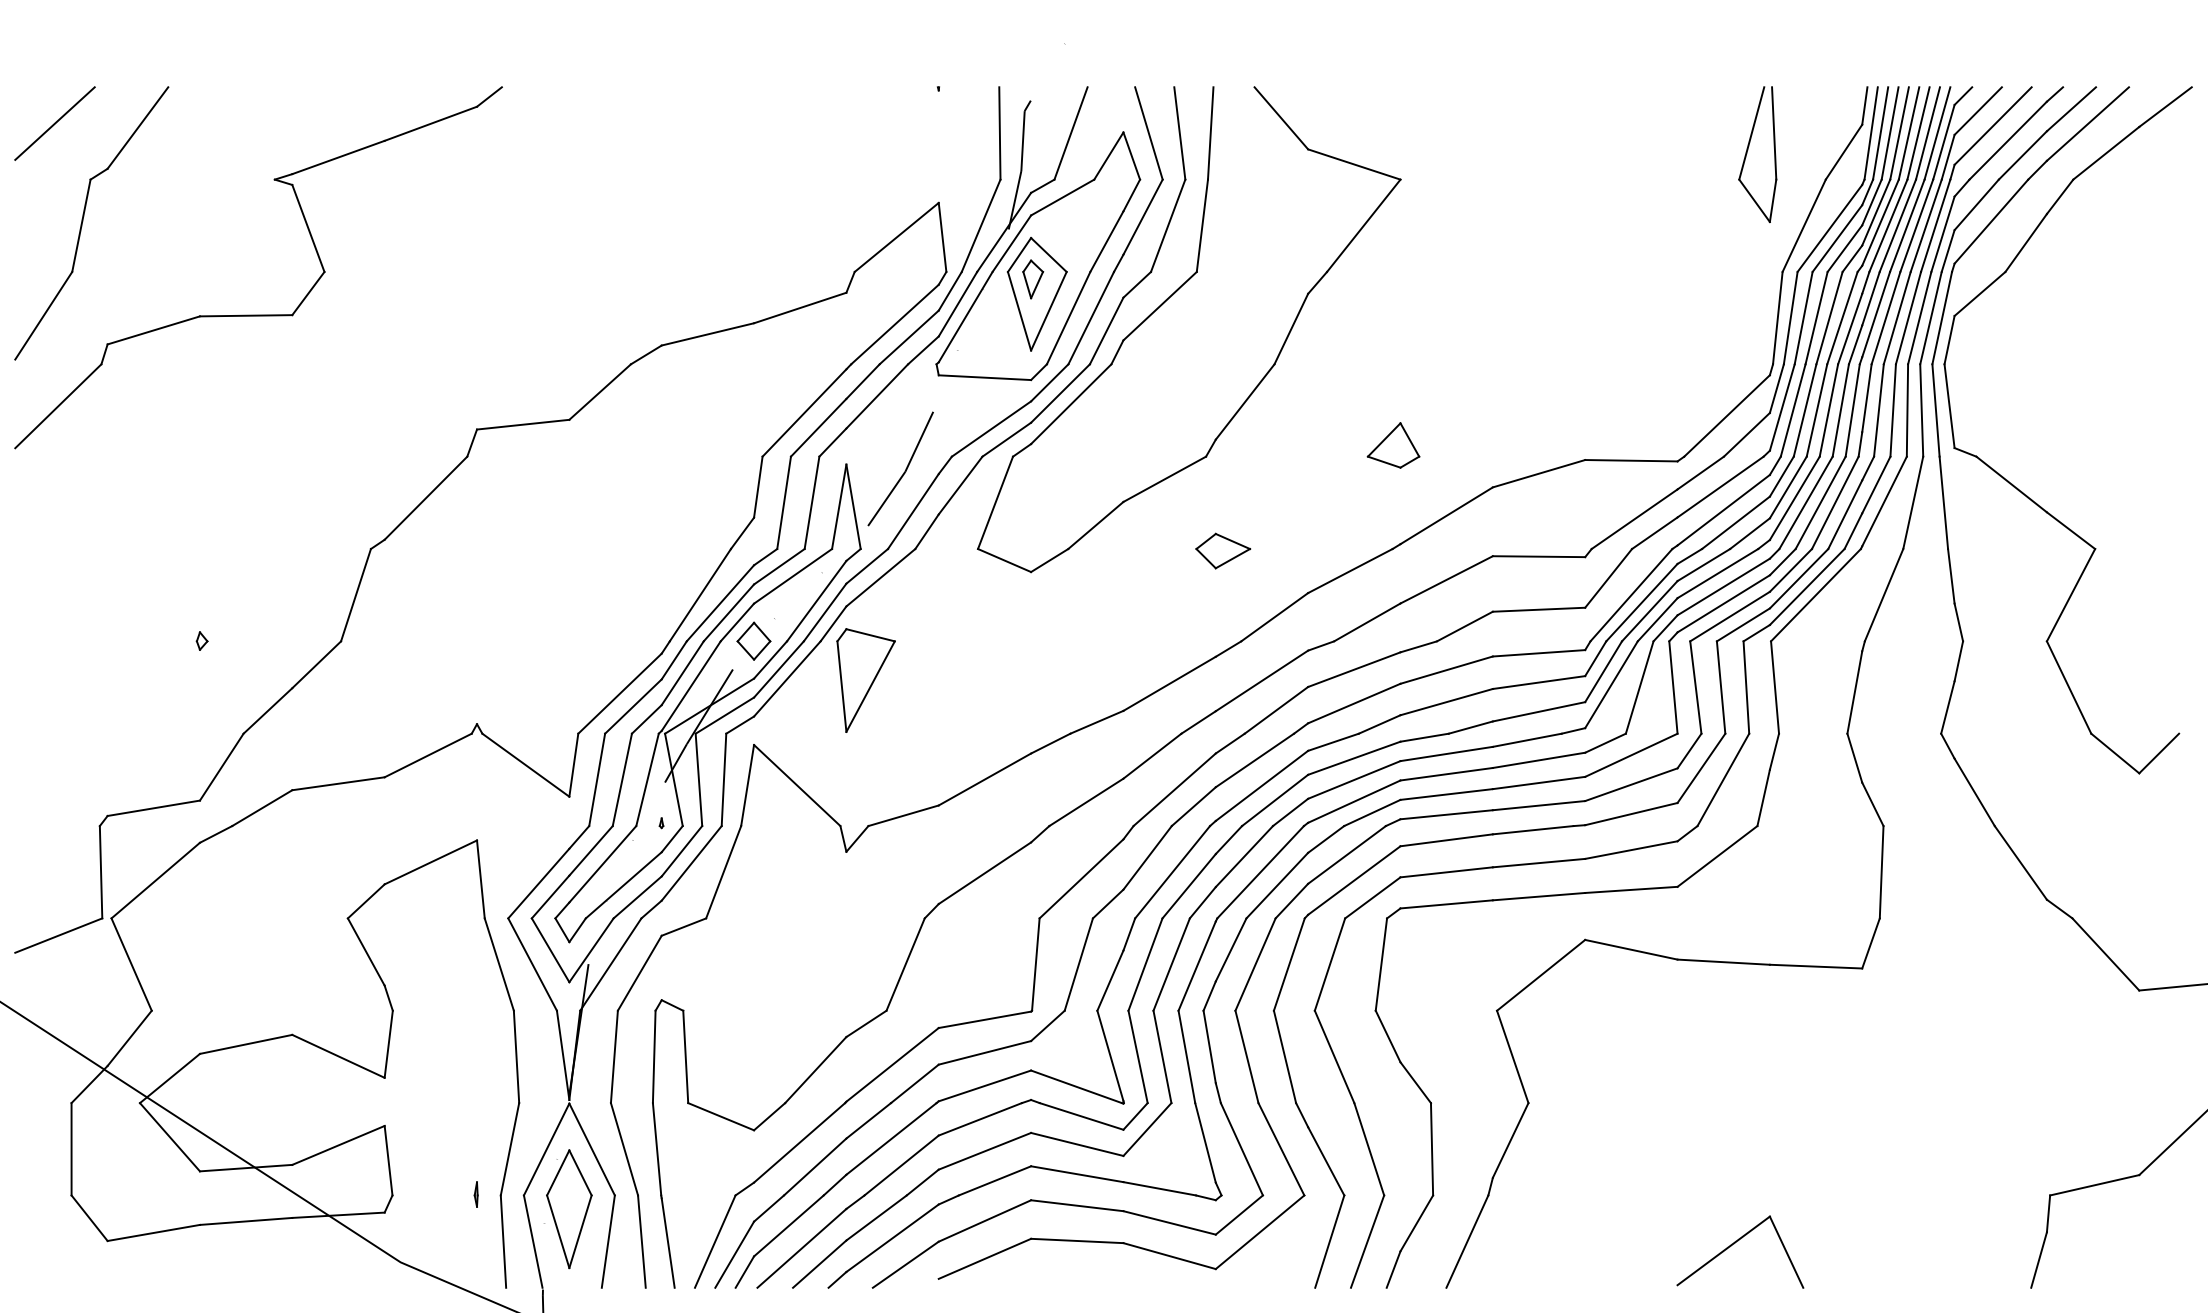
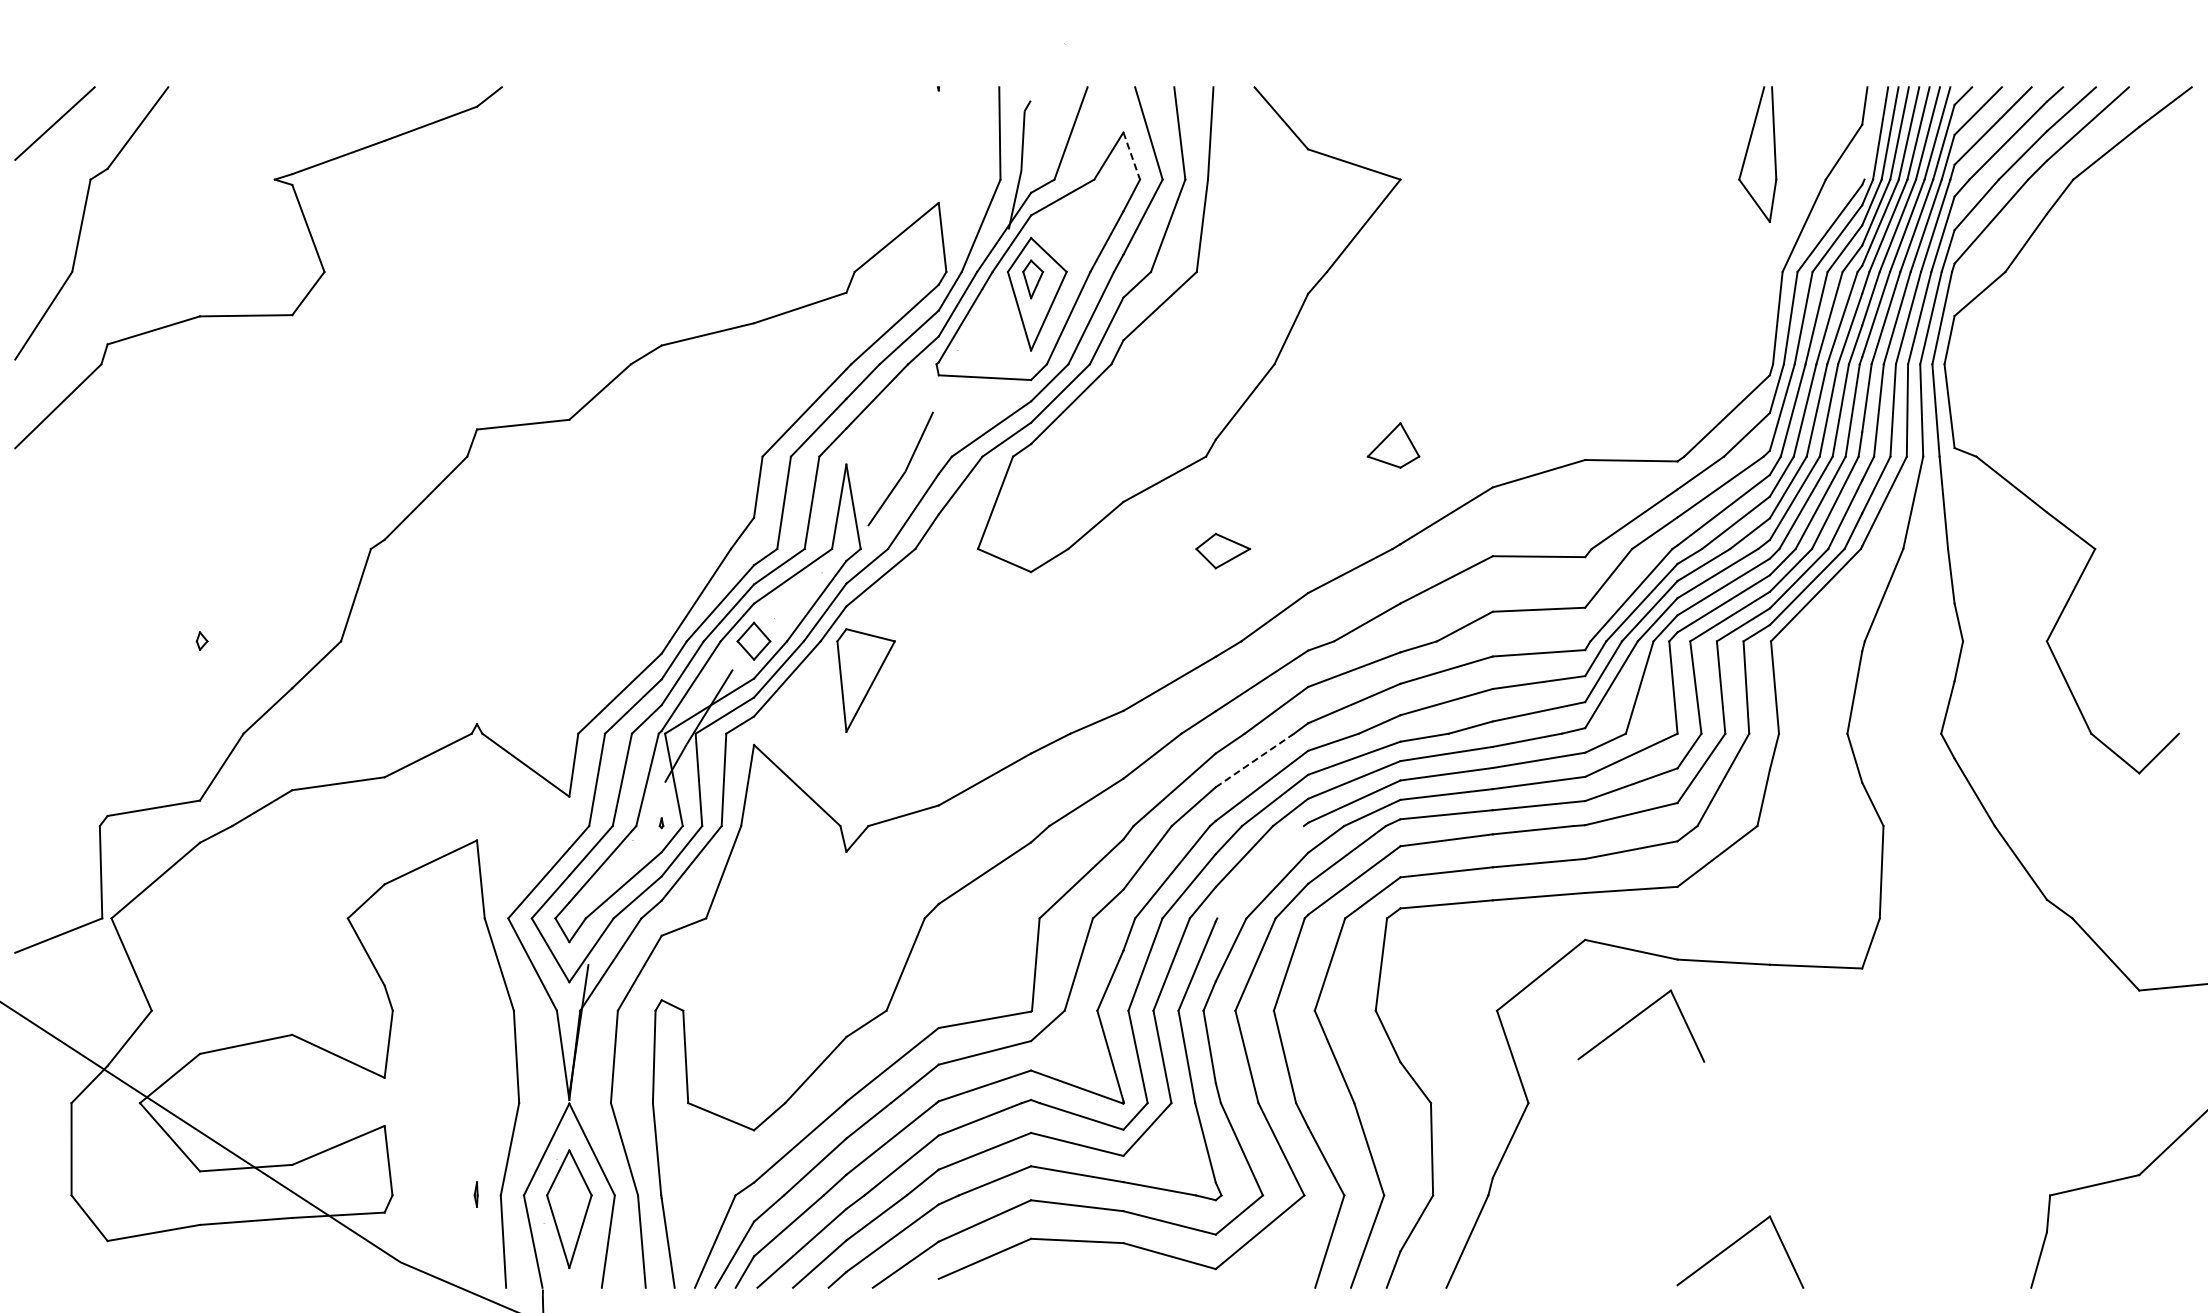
line at (1870, 133): present -> none
line at (1131, 156): solid -> dashed
line at (1255, 760): solid -> dashed
line at (1260, 872): present -> none
part at (1635, 1018): none -> present
